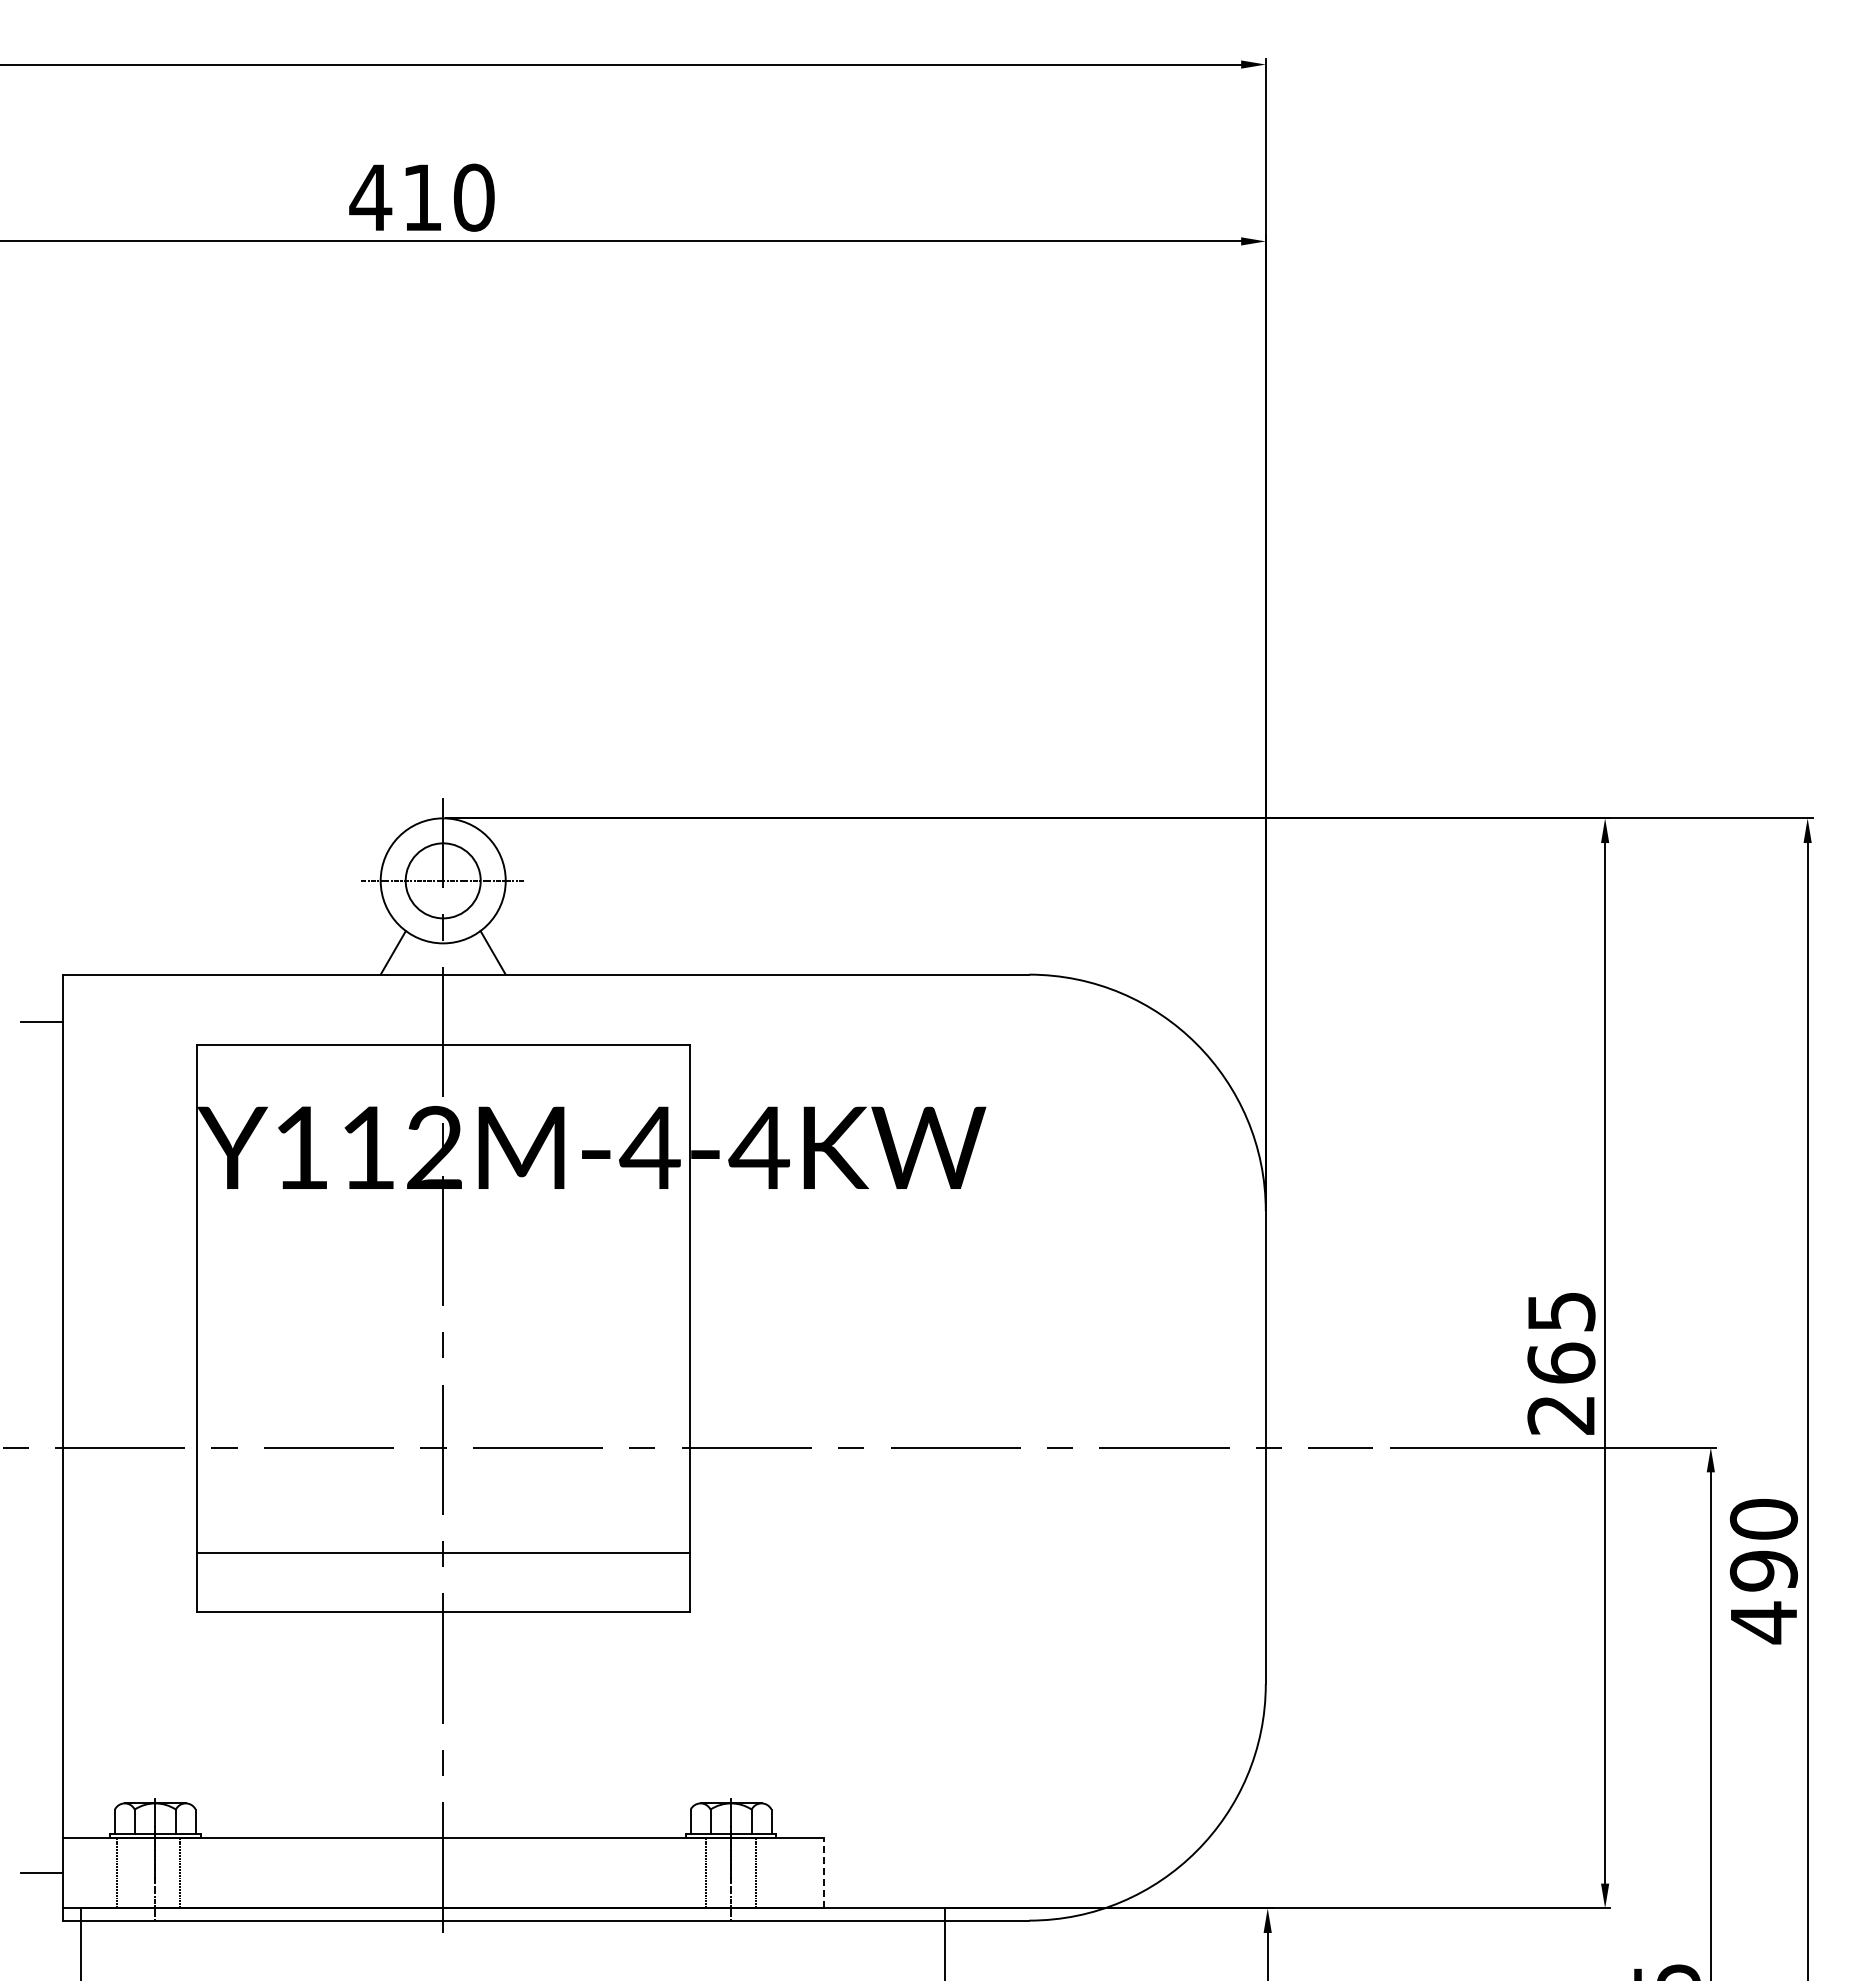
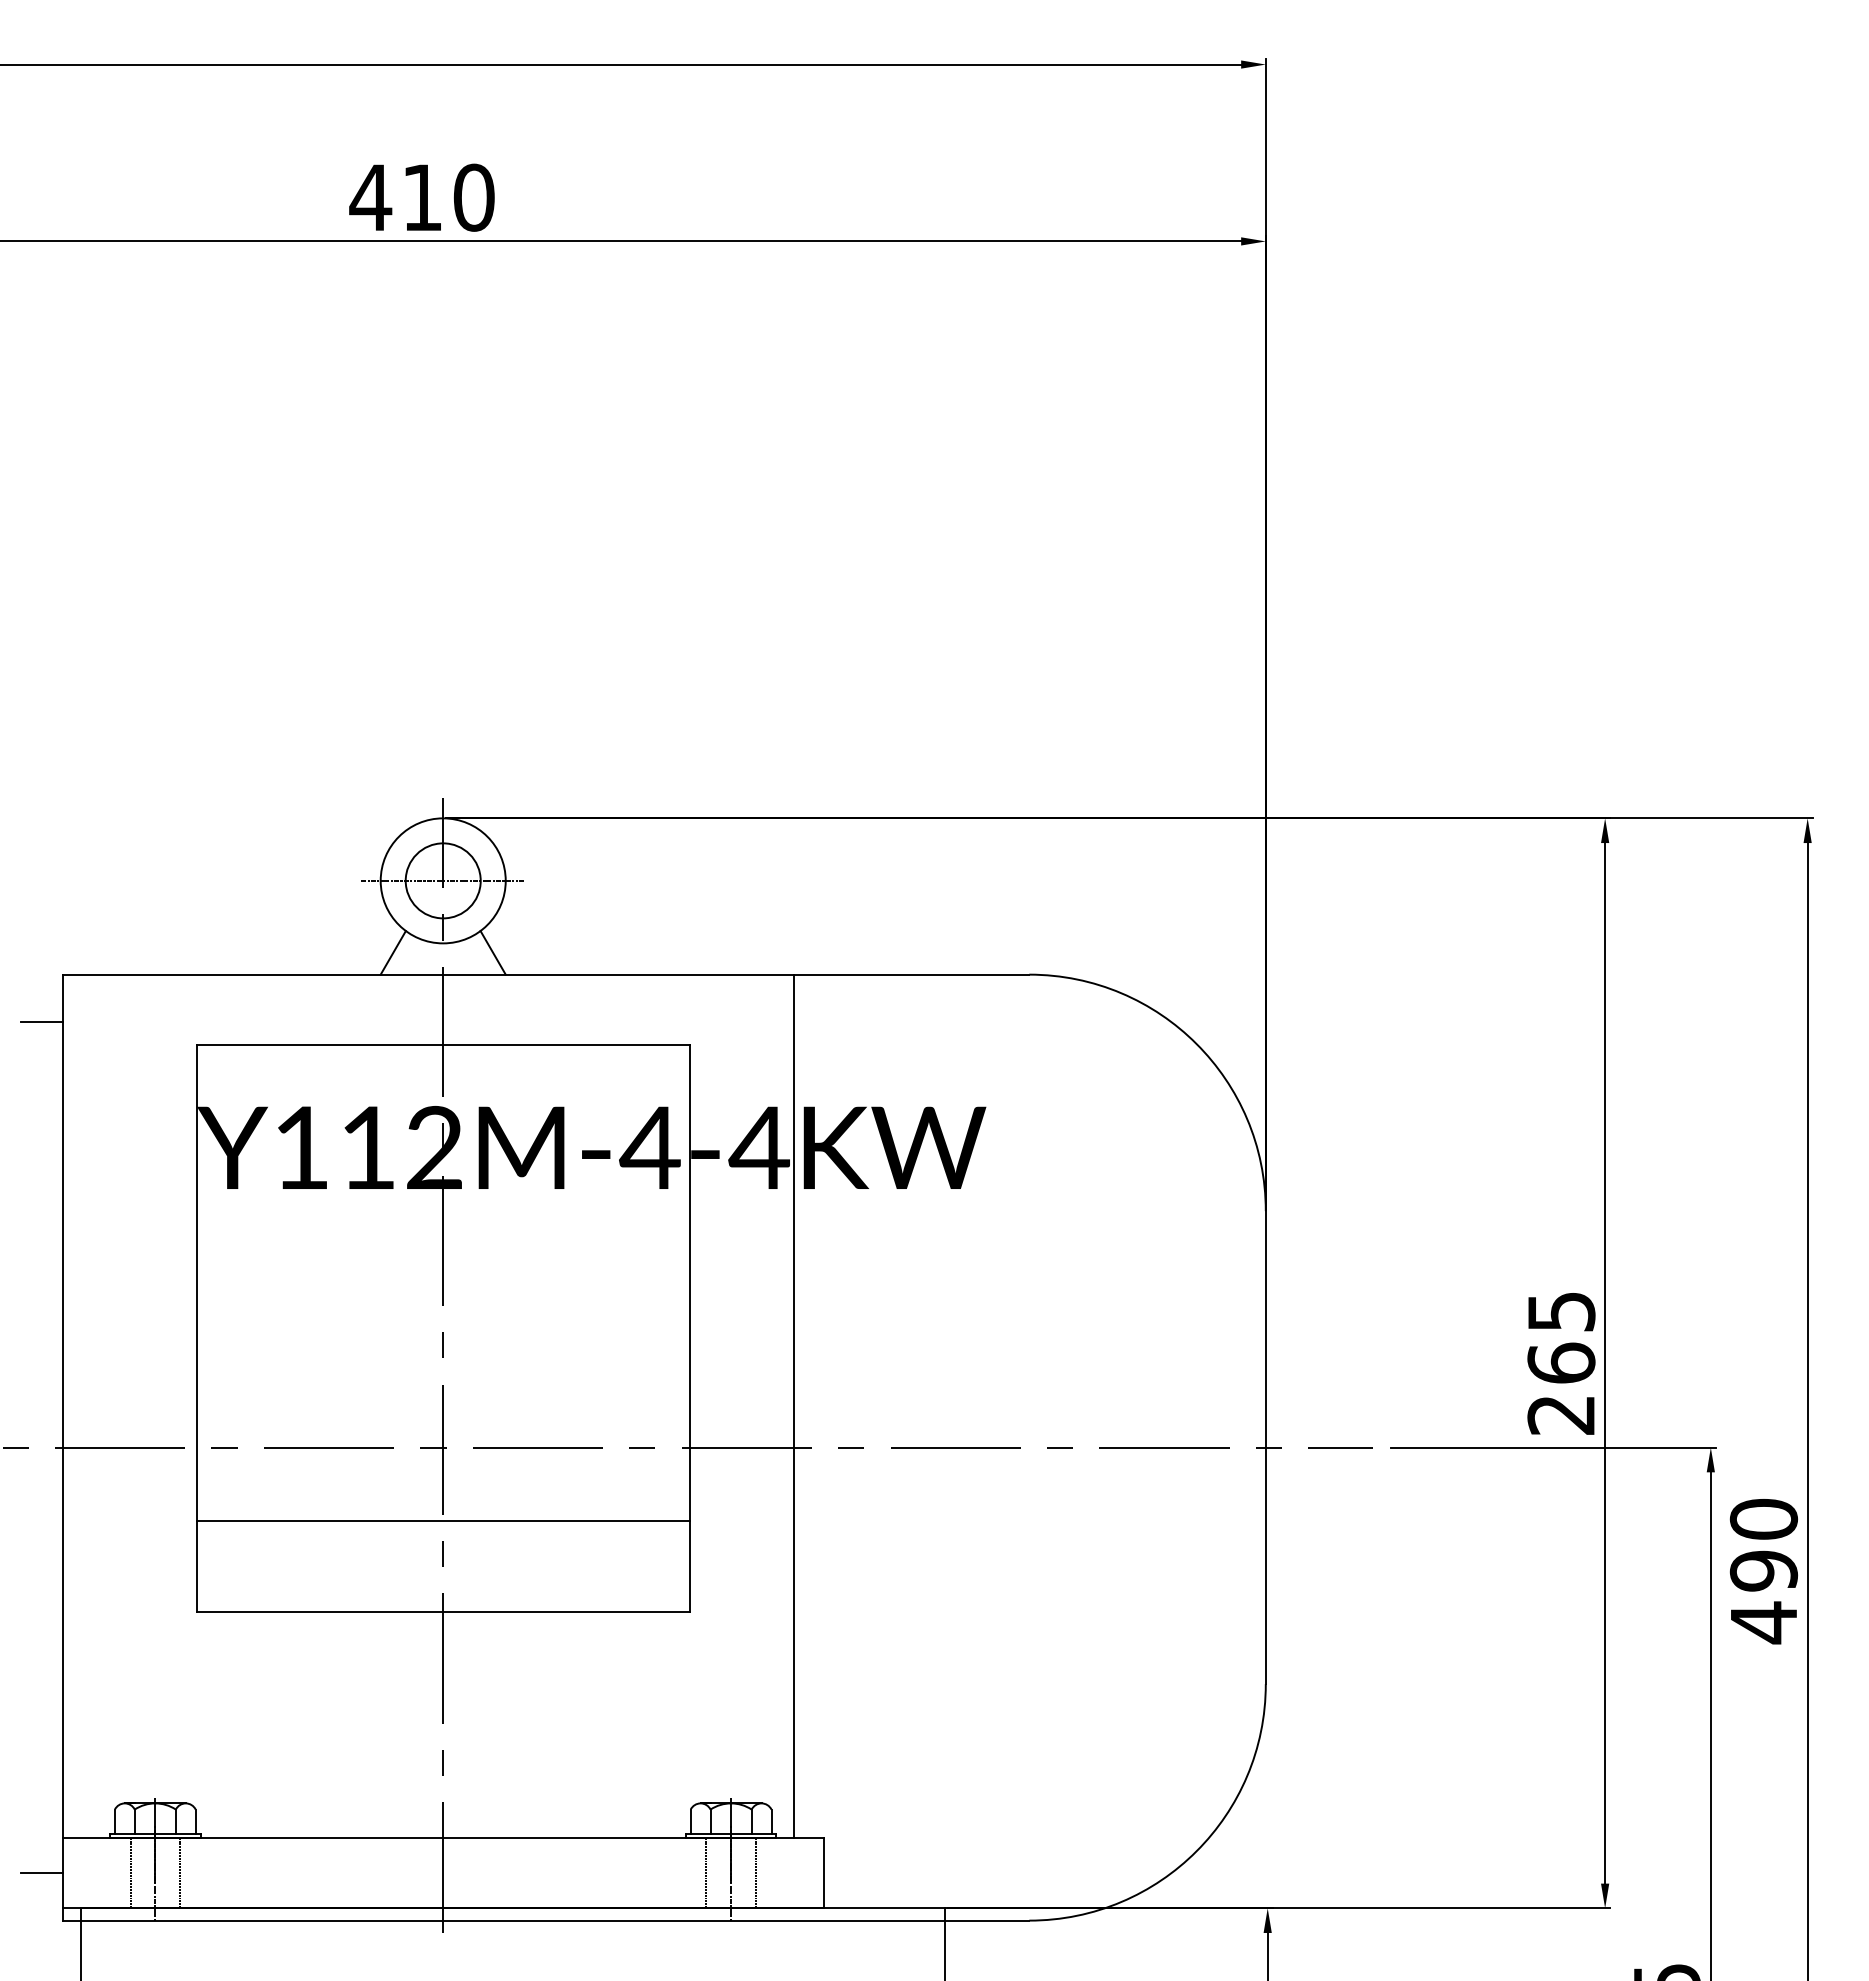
line at (794, 1406): none -> present
line at (442, 1553) position: (442, 1553) -> (442, 1521)
line at (116, 1873) position: (116, 1873) -> (130, 1873)
line at (823, 1873): dashed -> solid
